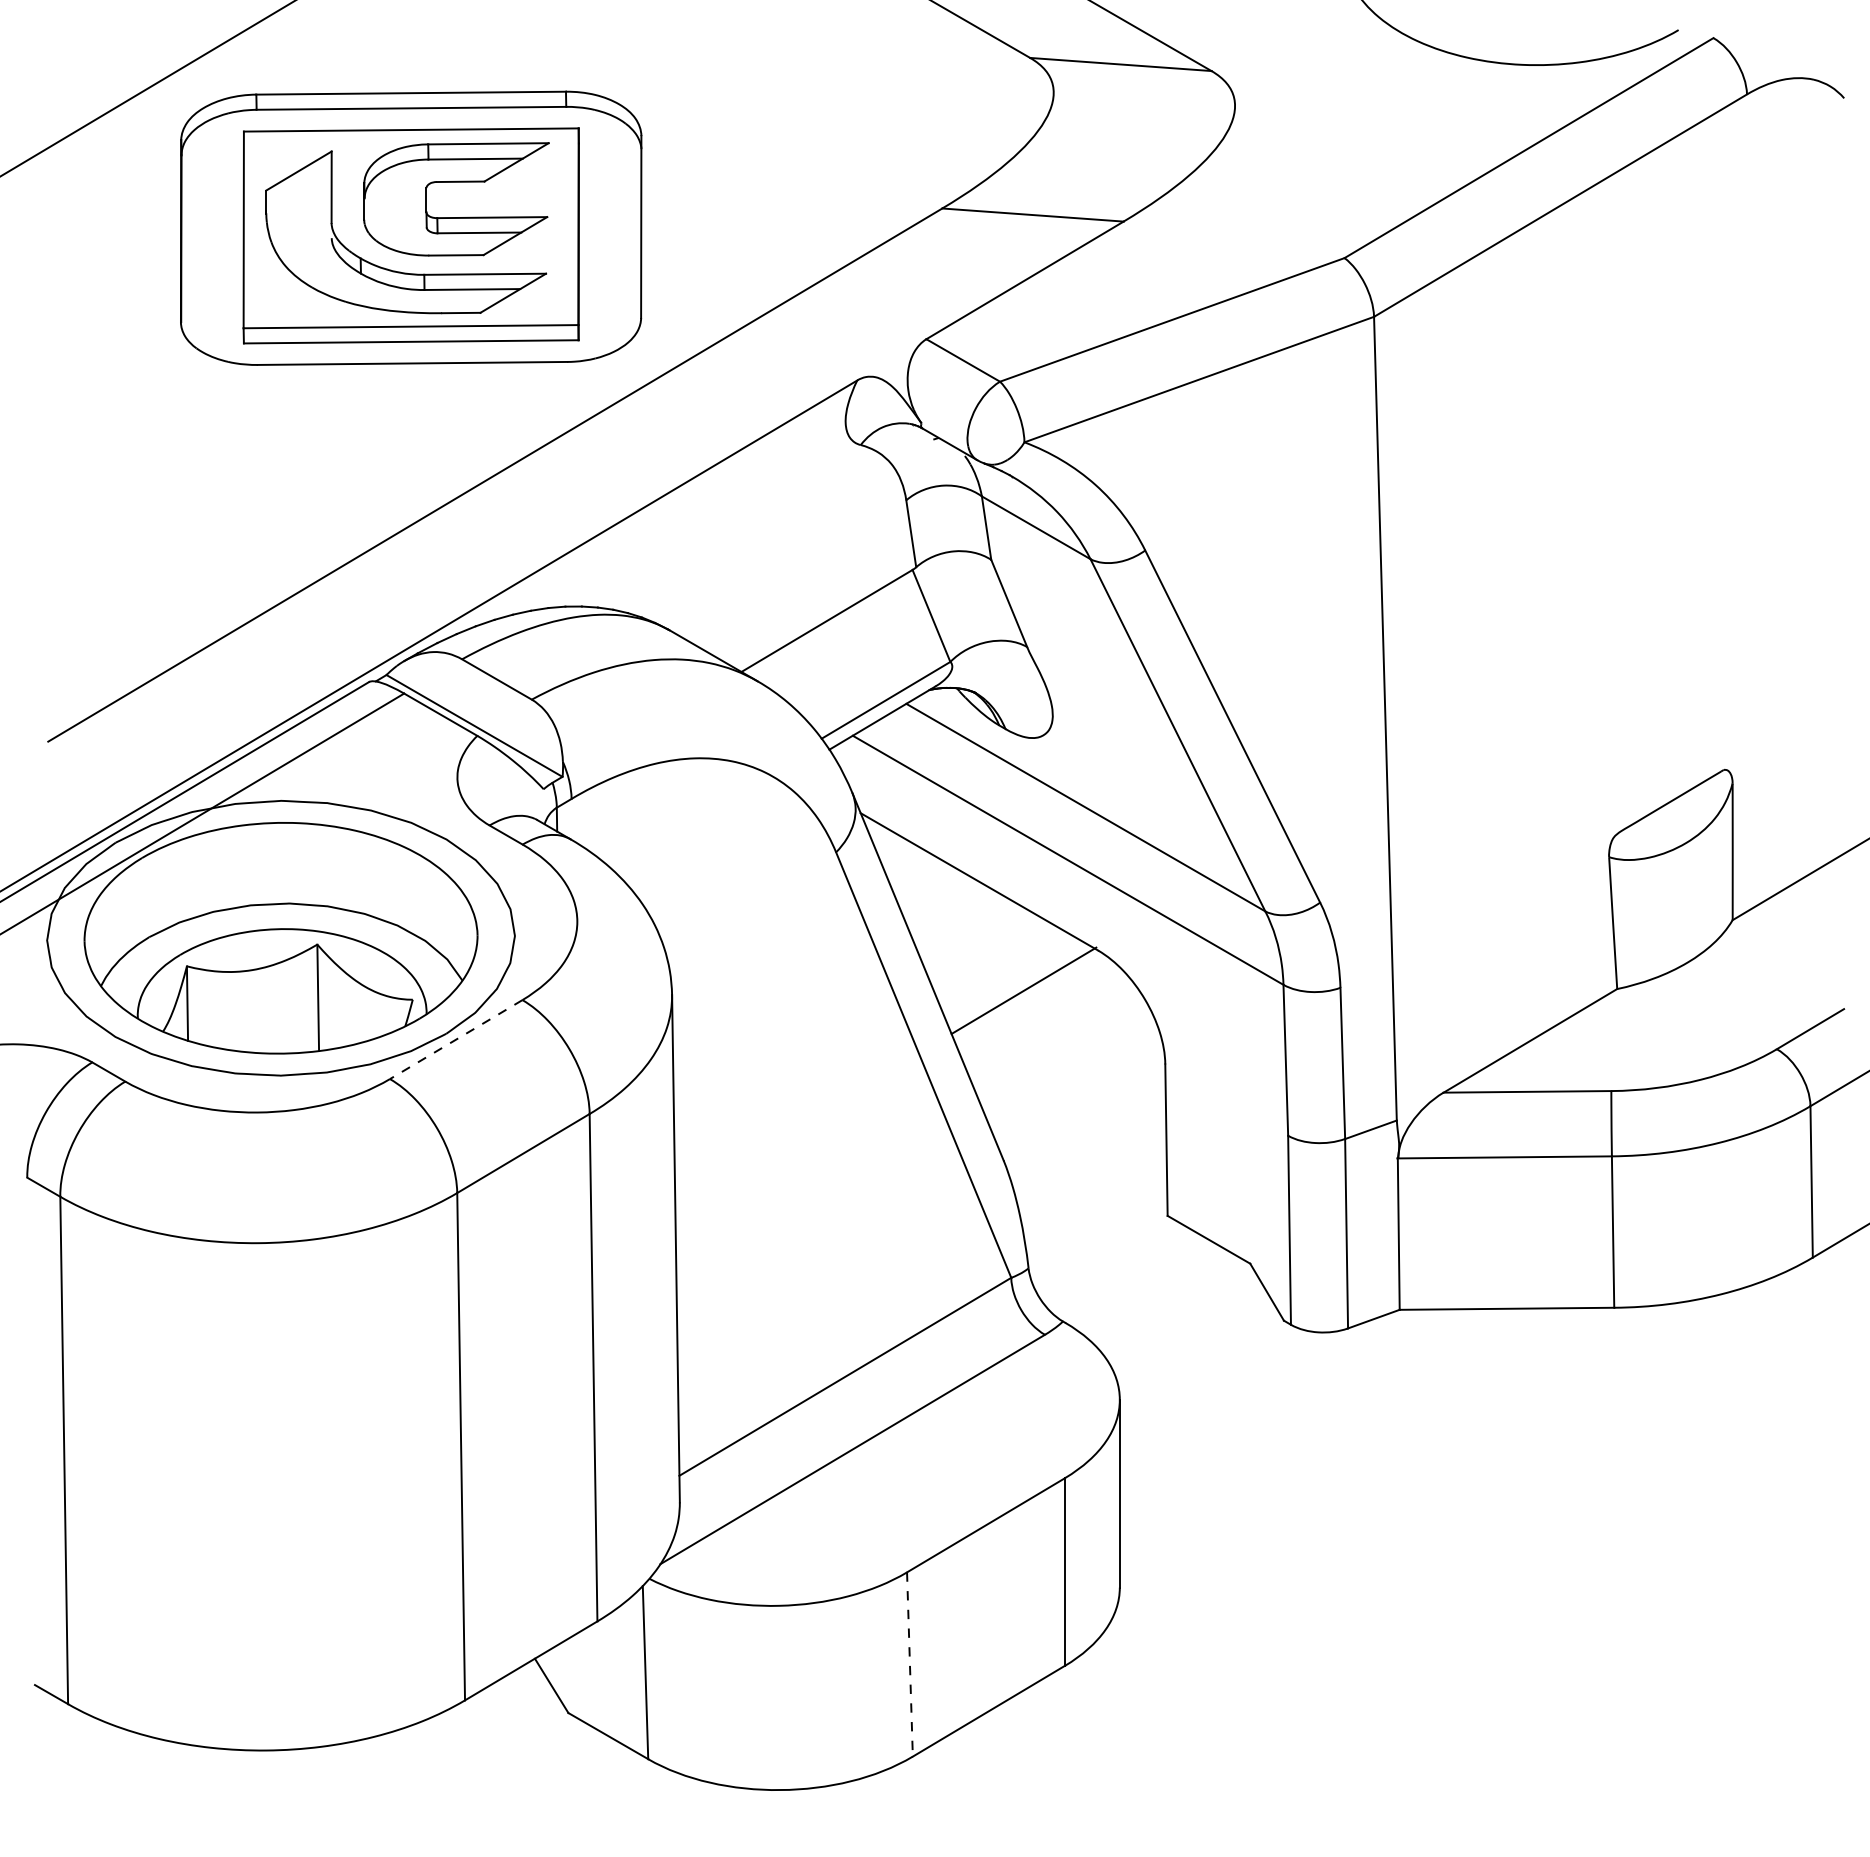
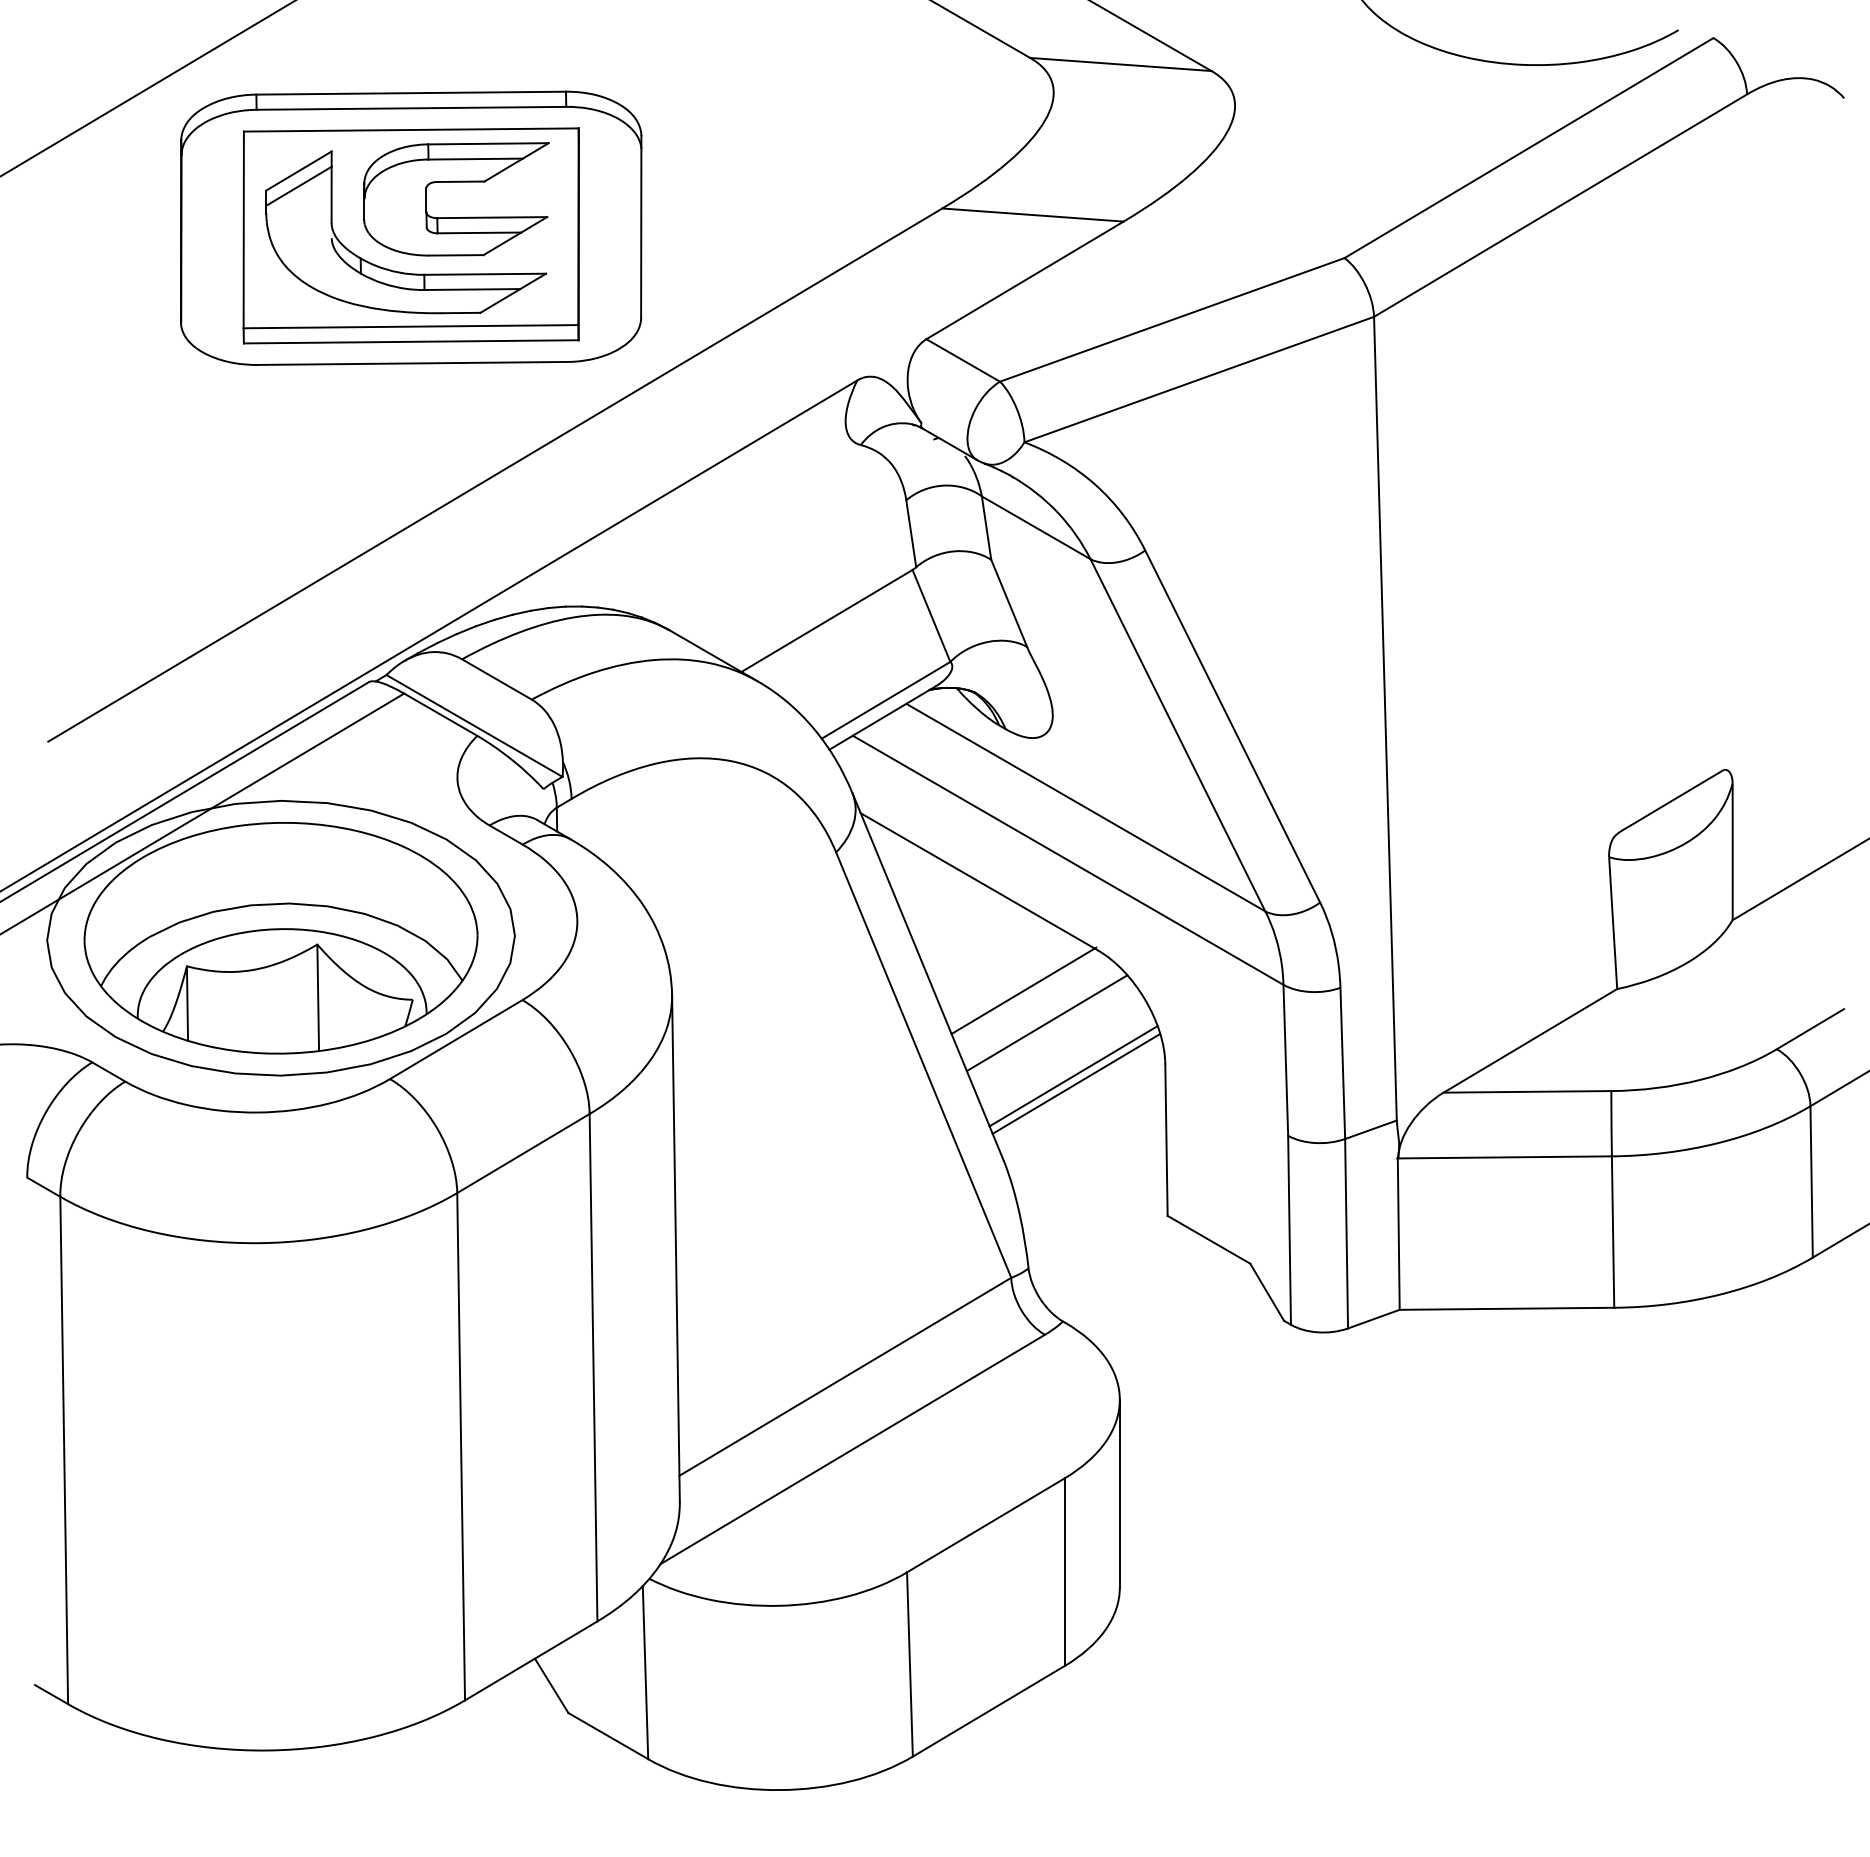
line at (298, 185): none -> present
line at (1046, 1023): none -> present
line at (455, 1039): dashed -> solid
line at (1073, 1076): none -> present
line at (1076, 1083): none -> present
line at (909, 1665): dashed -> solid
